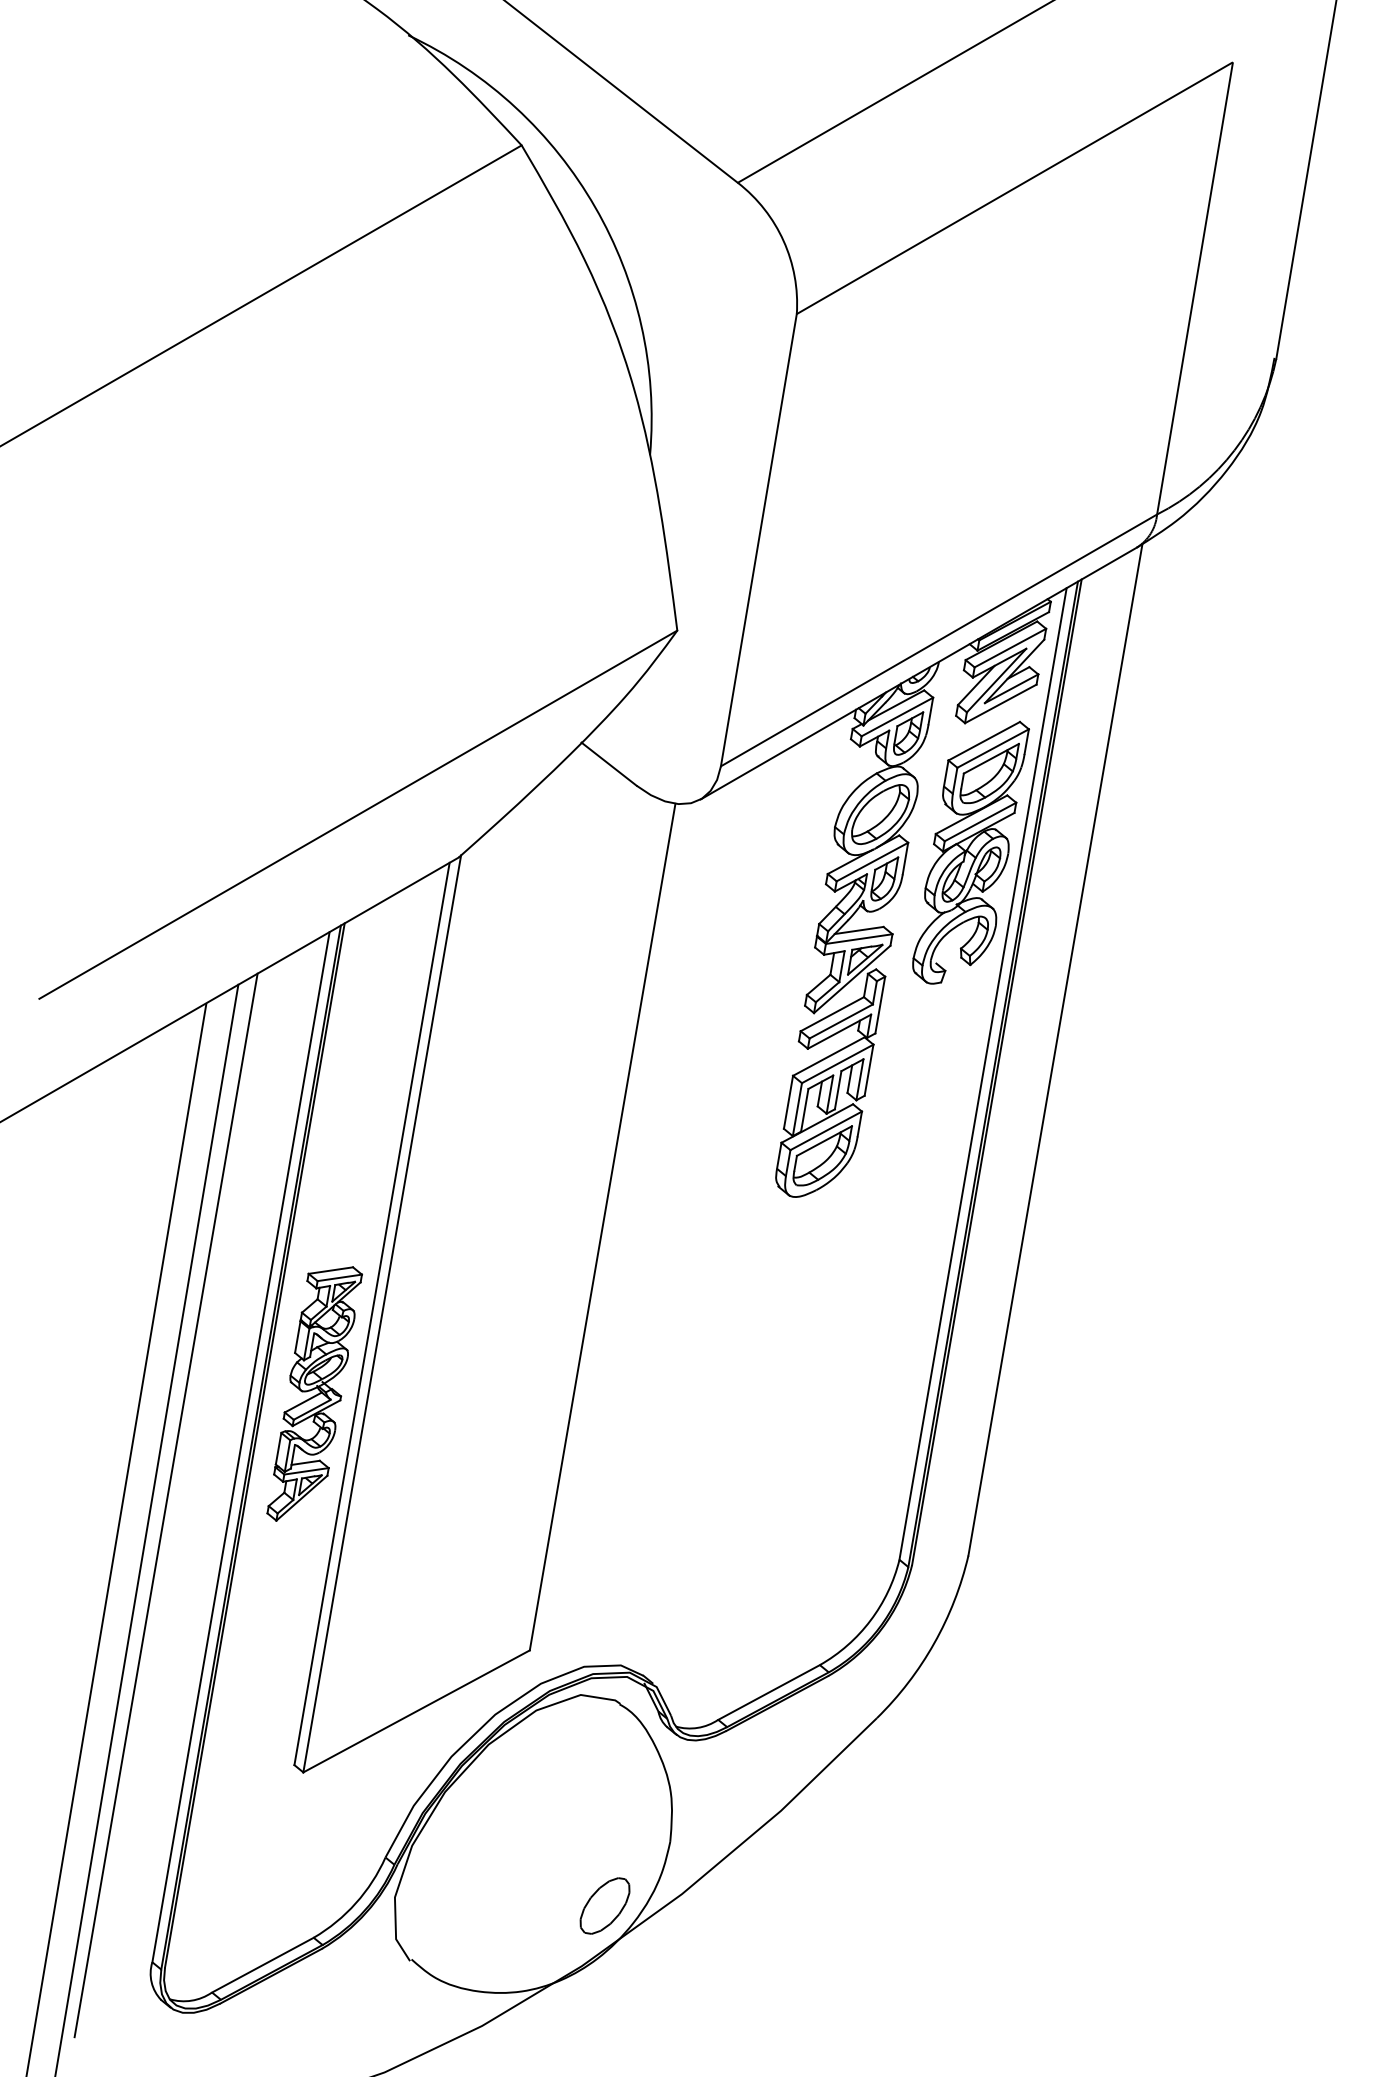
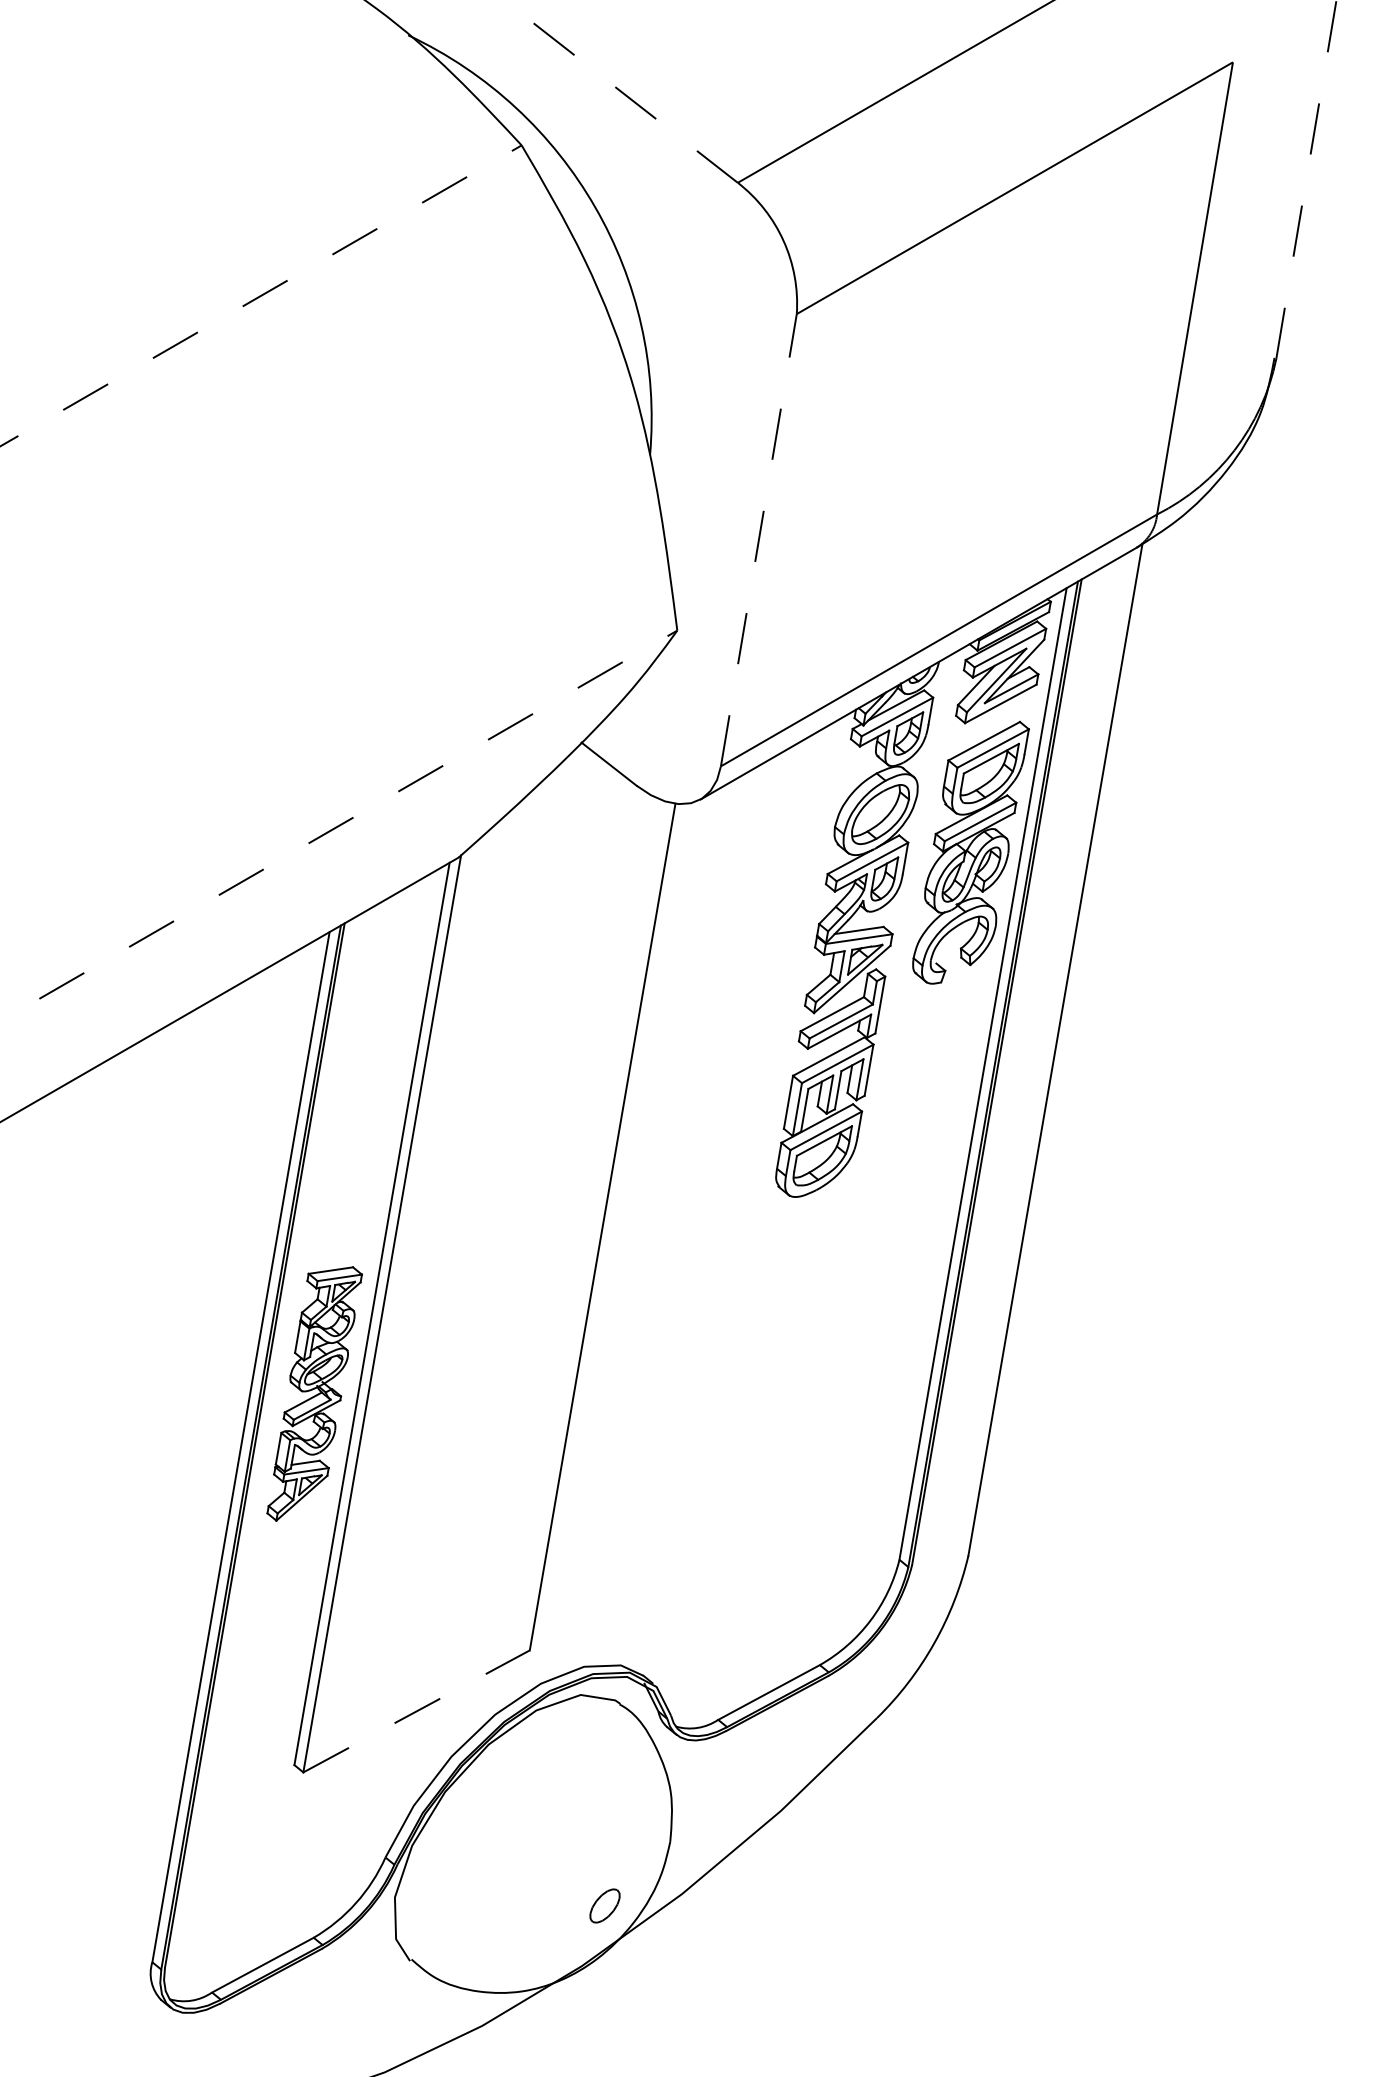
line at (620, 91): solid -> dashed
line at (1306, 179): solid -> dashed
line at (261, 295): solid -> dashed
line at (758, 539): solid -> dashed
line at (358, 814): solid -> dashed
line at (165, 1505): present -> none
line at (146, 1528): present -> none
line at (116, 1538): present -> none
line at (416, 1711): solid -> dashed
part at (604, 1905) size: 52x58 px -> 32x36 px
